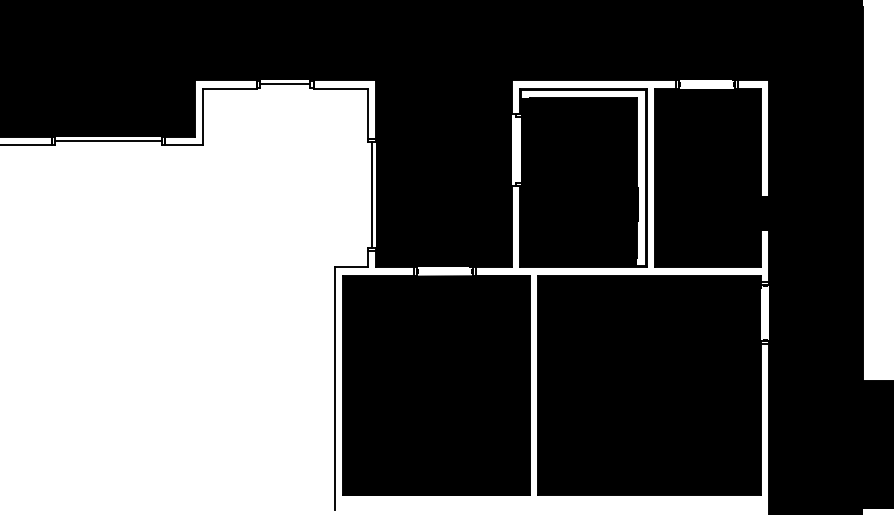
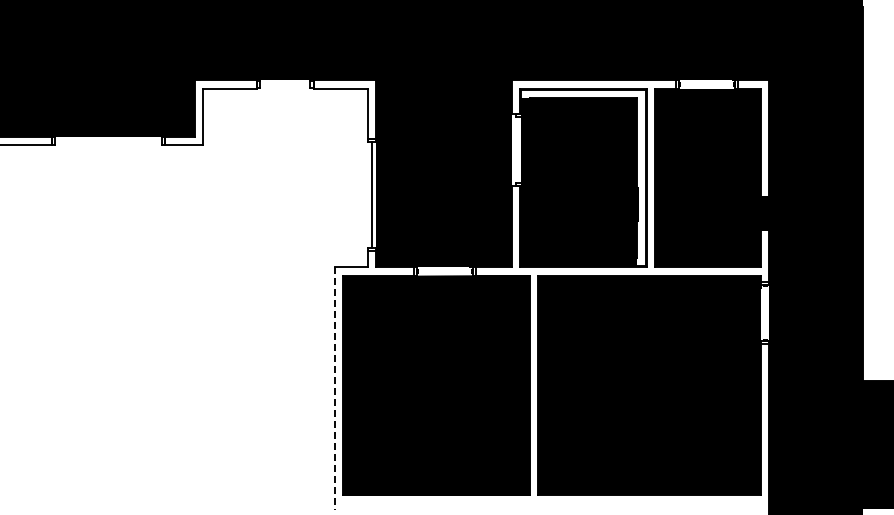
line at (285, 84): present -> none
line at (108, 140): present -> none
line at (334, 388): solid -> dashed
